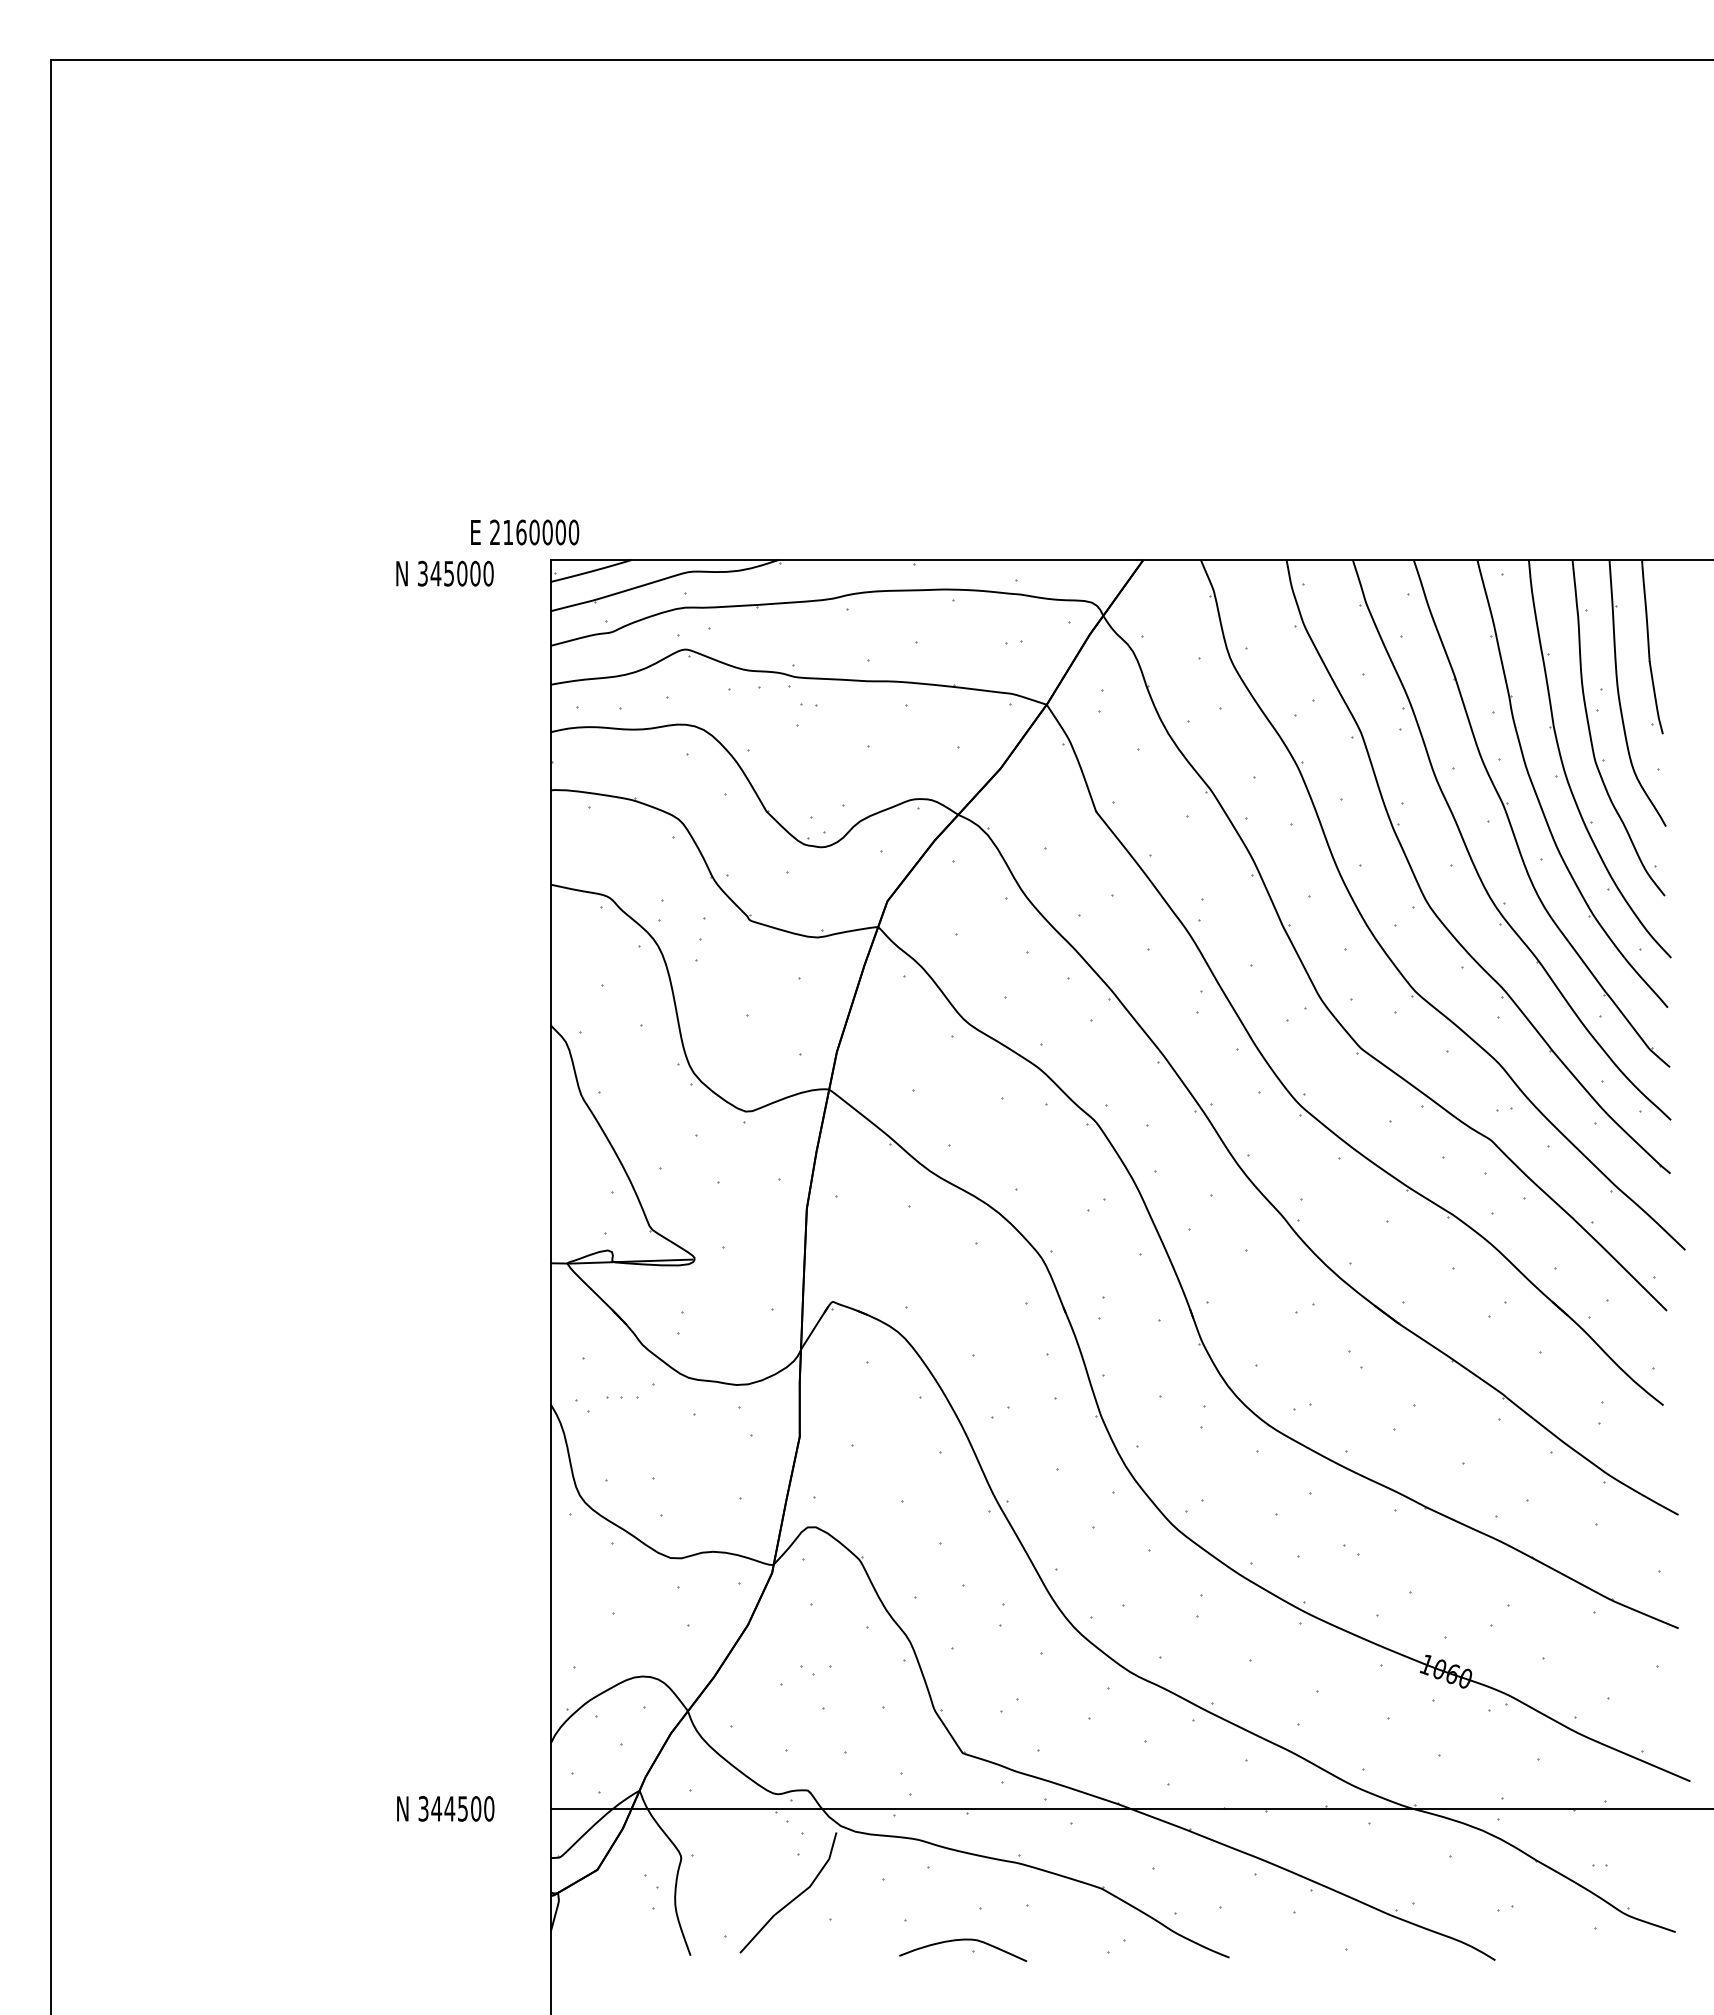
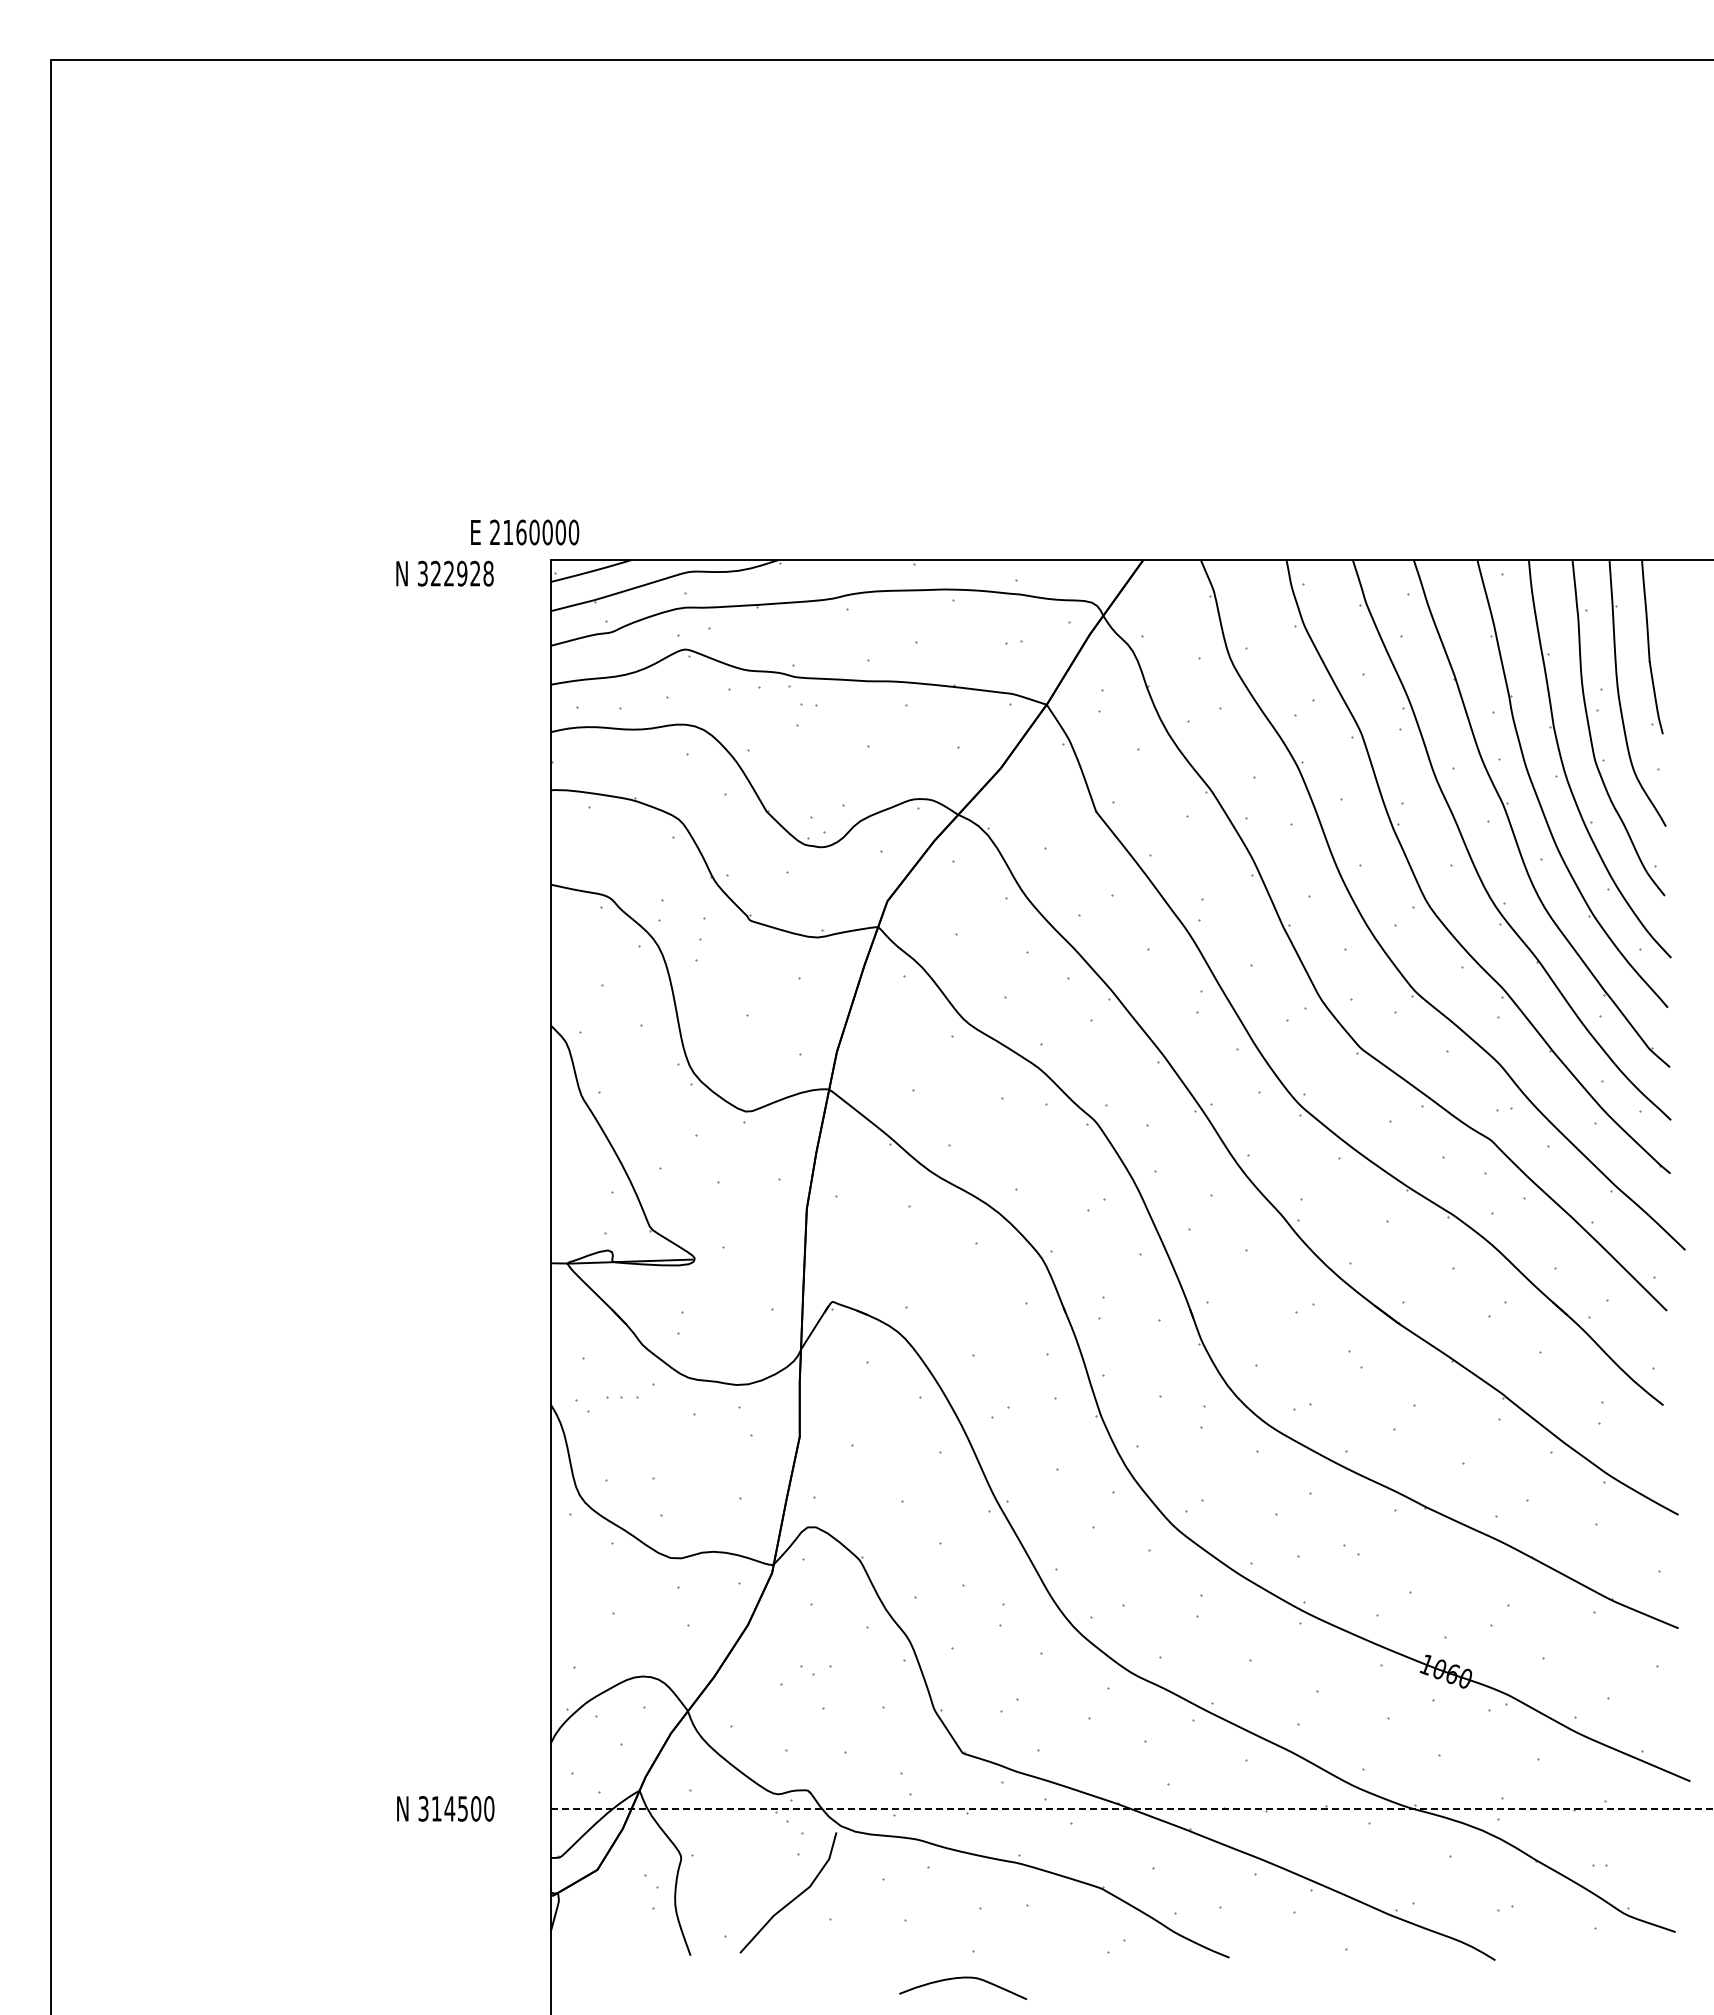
text at (461, 573): 345000 -> 322928
text at (436, 1808): 344500 -> 314500
line at (1131, 1808): solid -> dashed
curve at (963, 1940) position: (963, 1940) -> (963, 1978)
